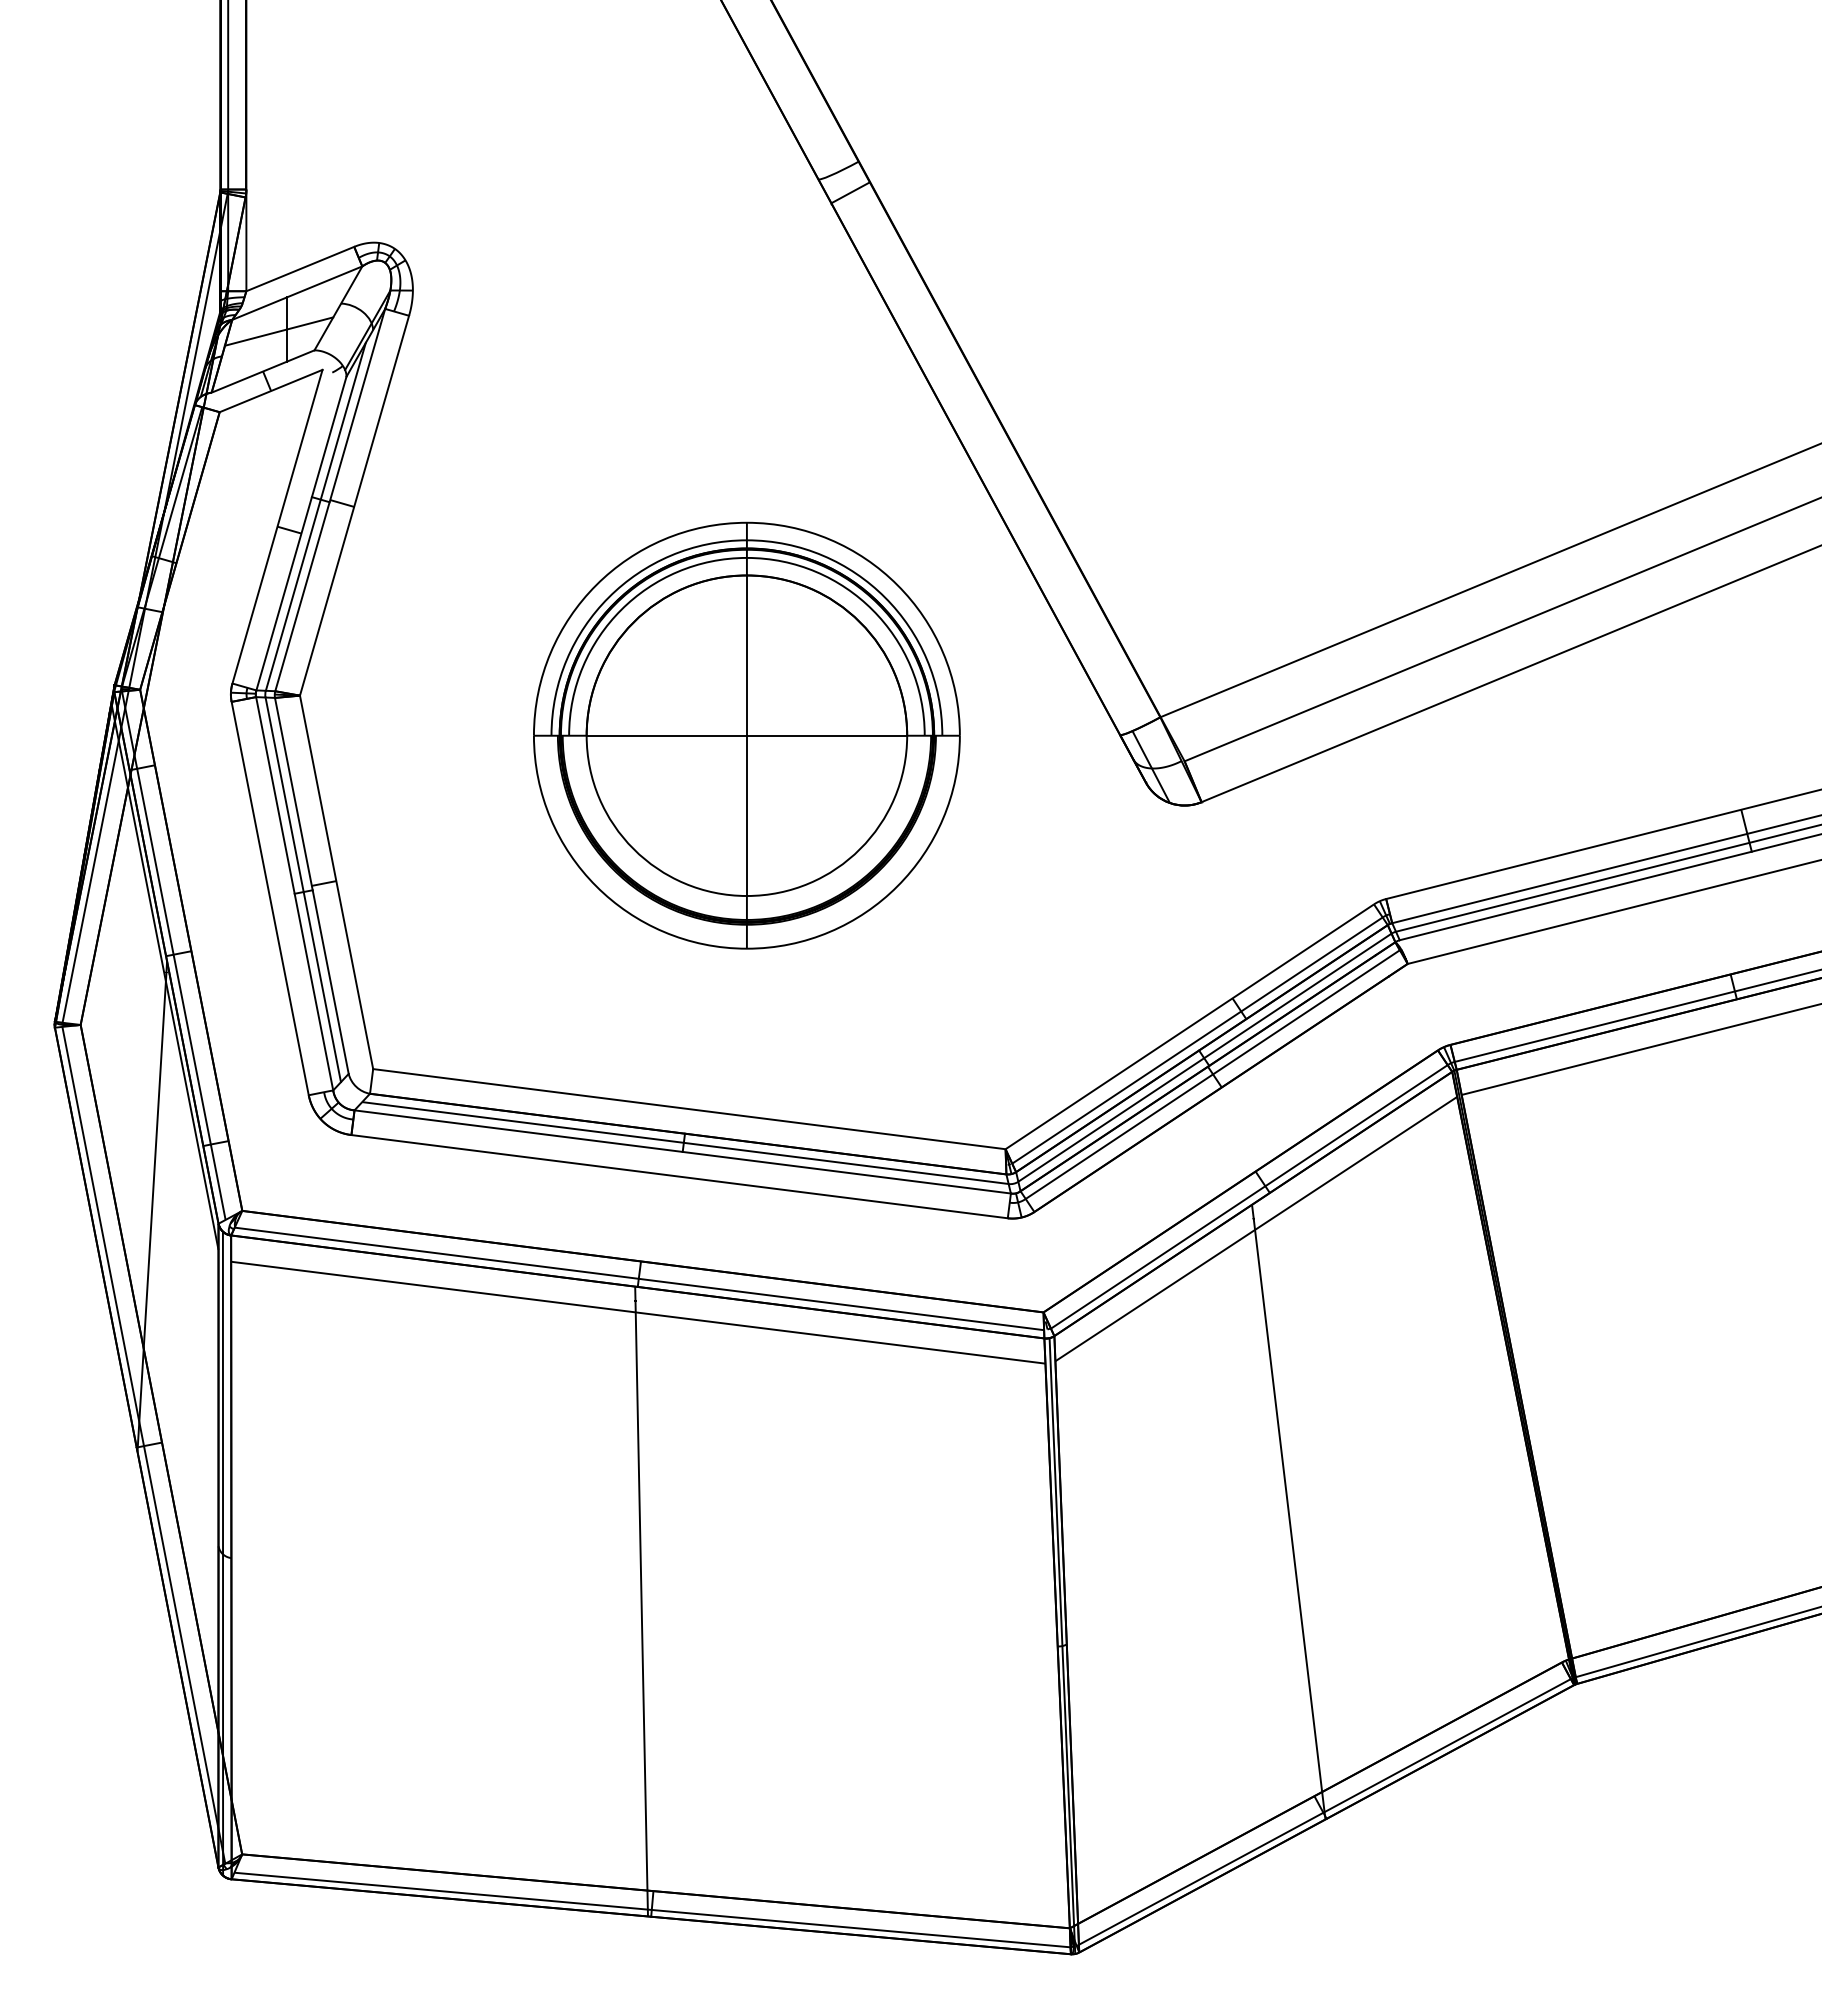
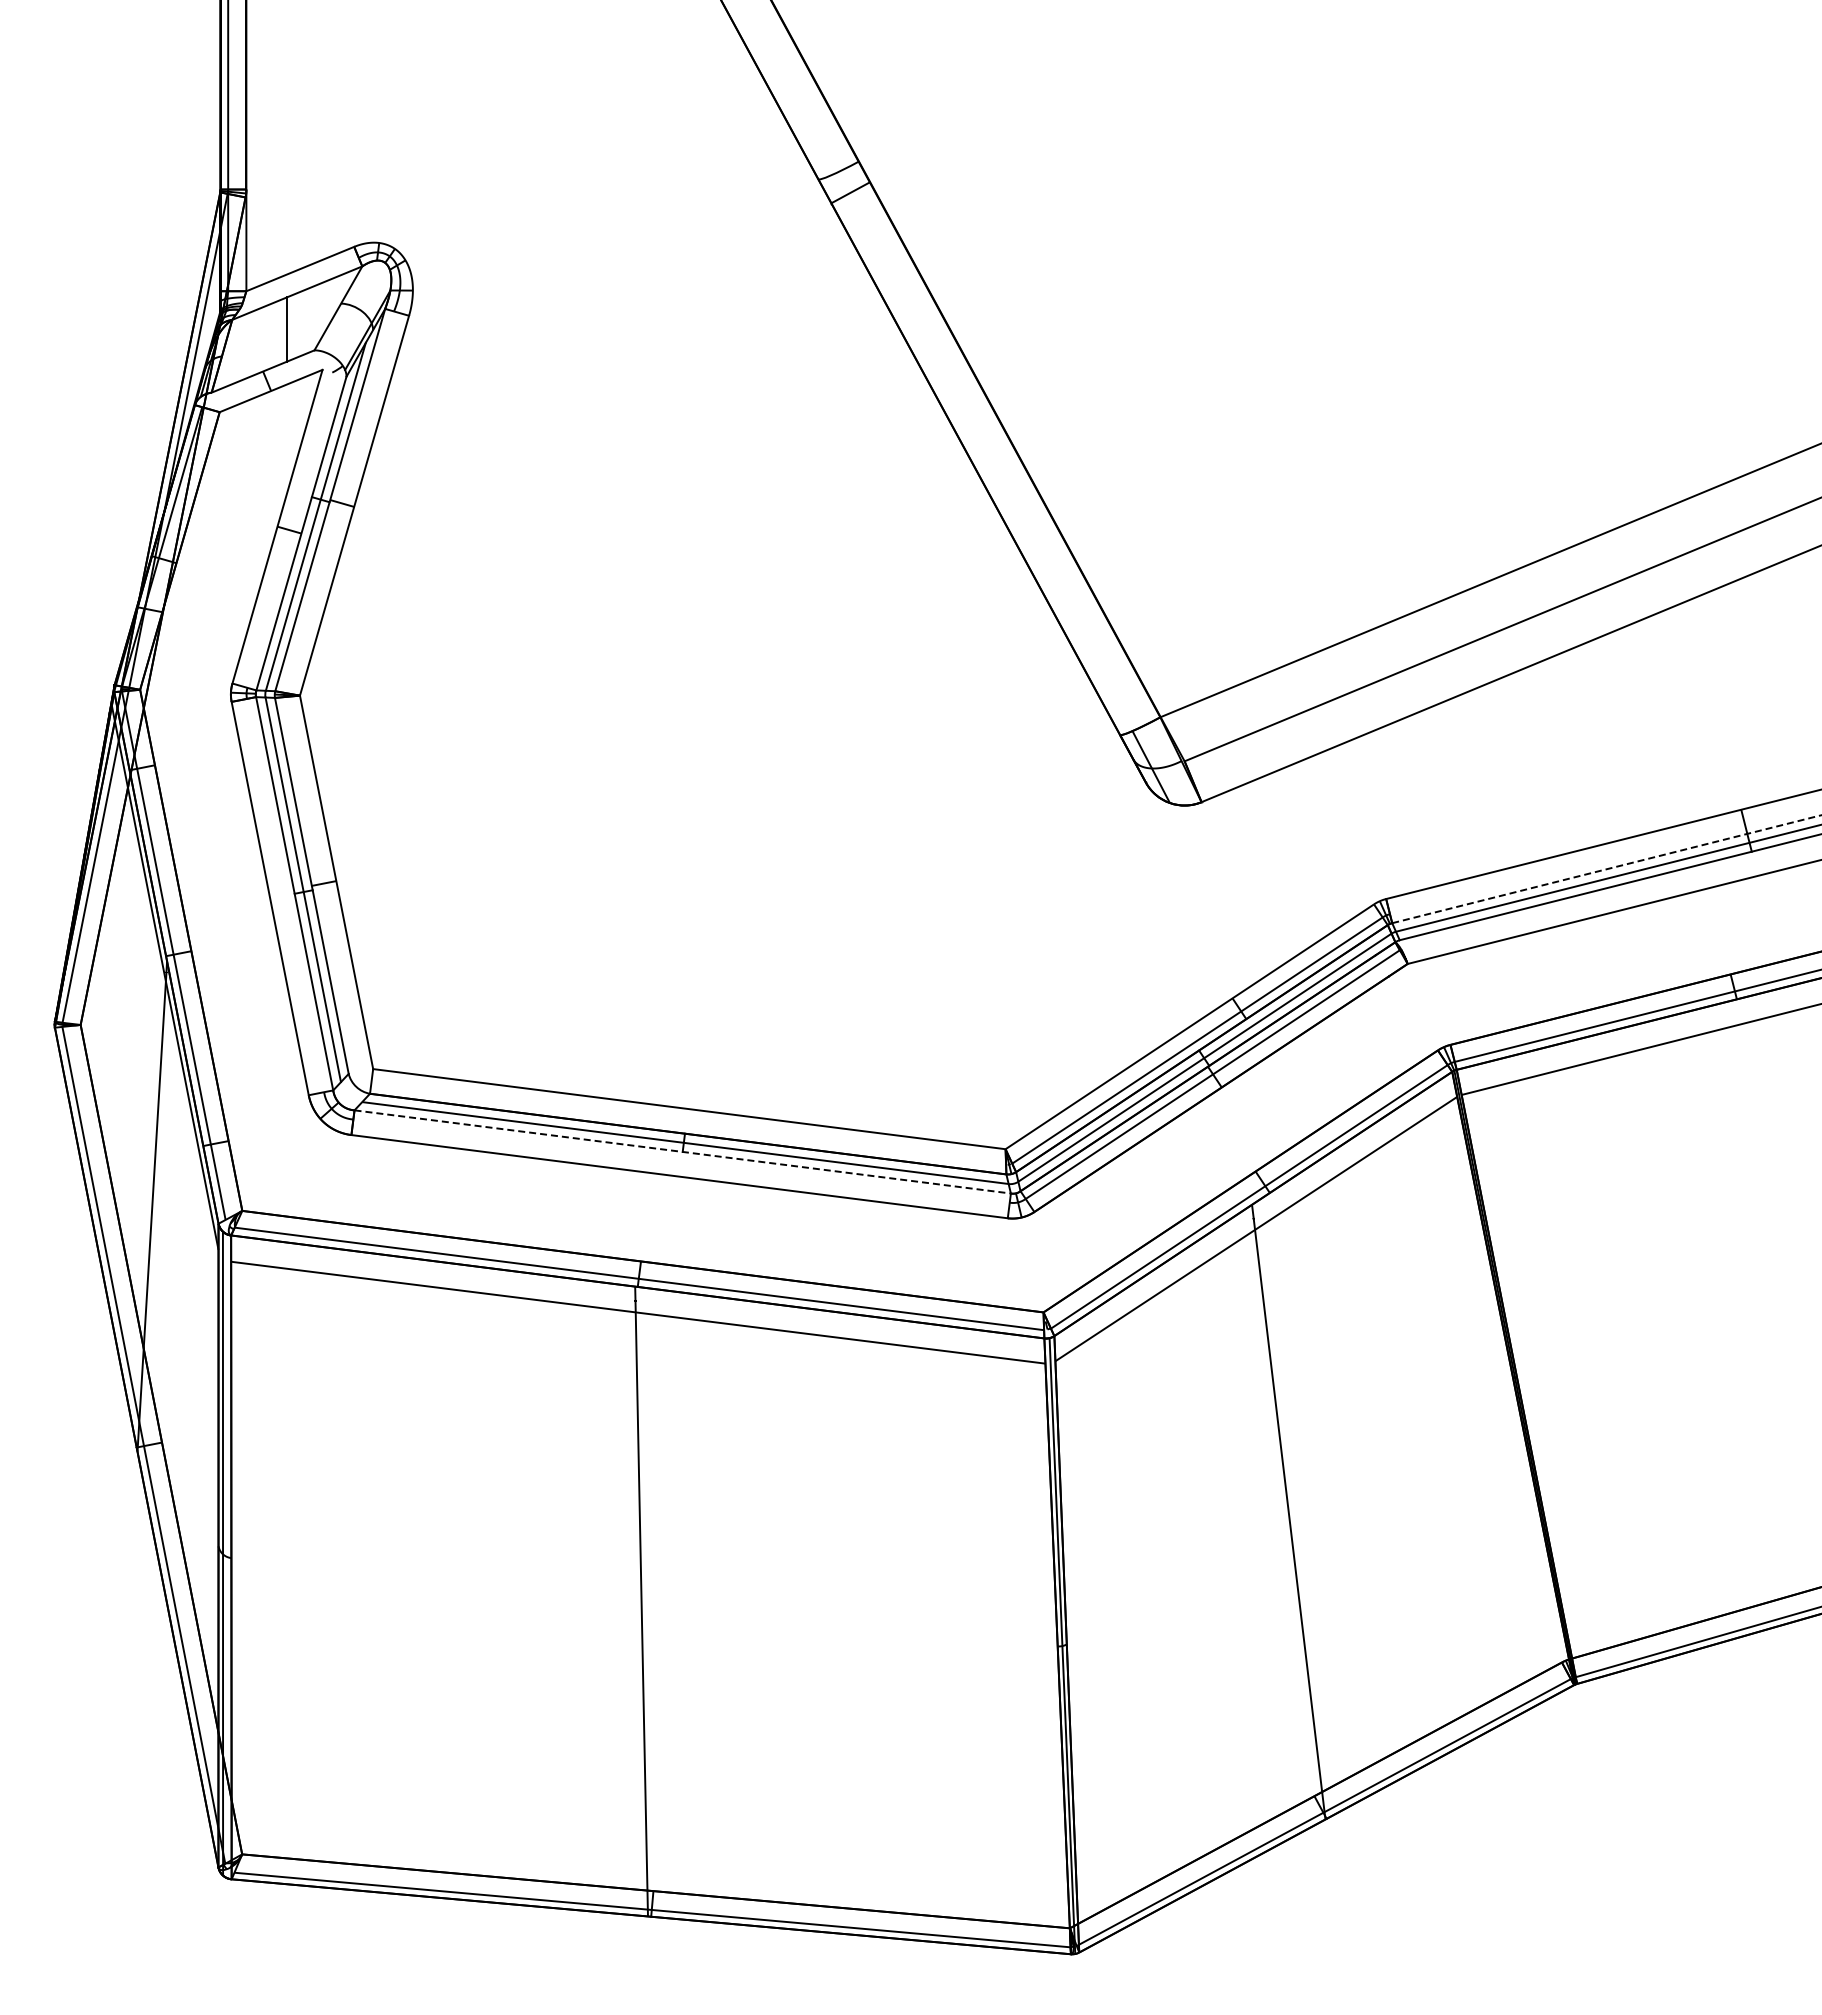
line at (278, 331): present -> none
part at (746, 735): present -> none
line at (1607, 869): solid -> dashed
line at (682, 1151): solid -> dashed
